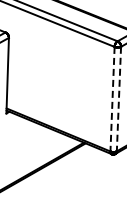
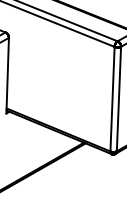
line at (112, 99): dashed -> solid
line at (118, 99): dashed -> solid
